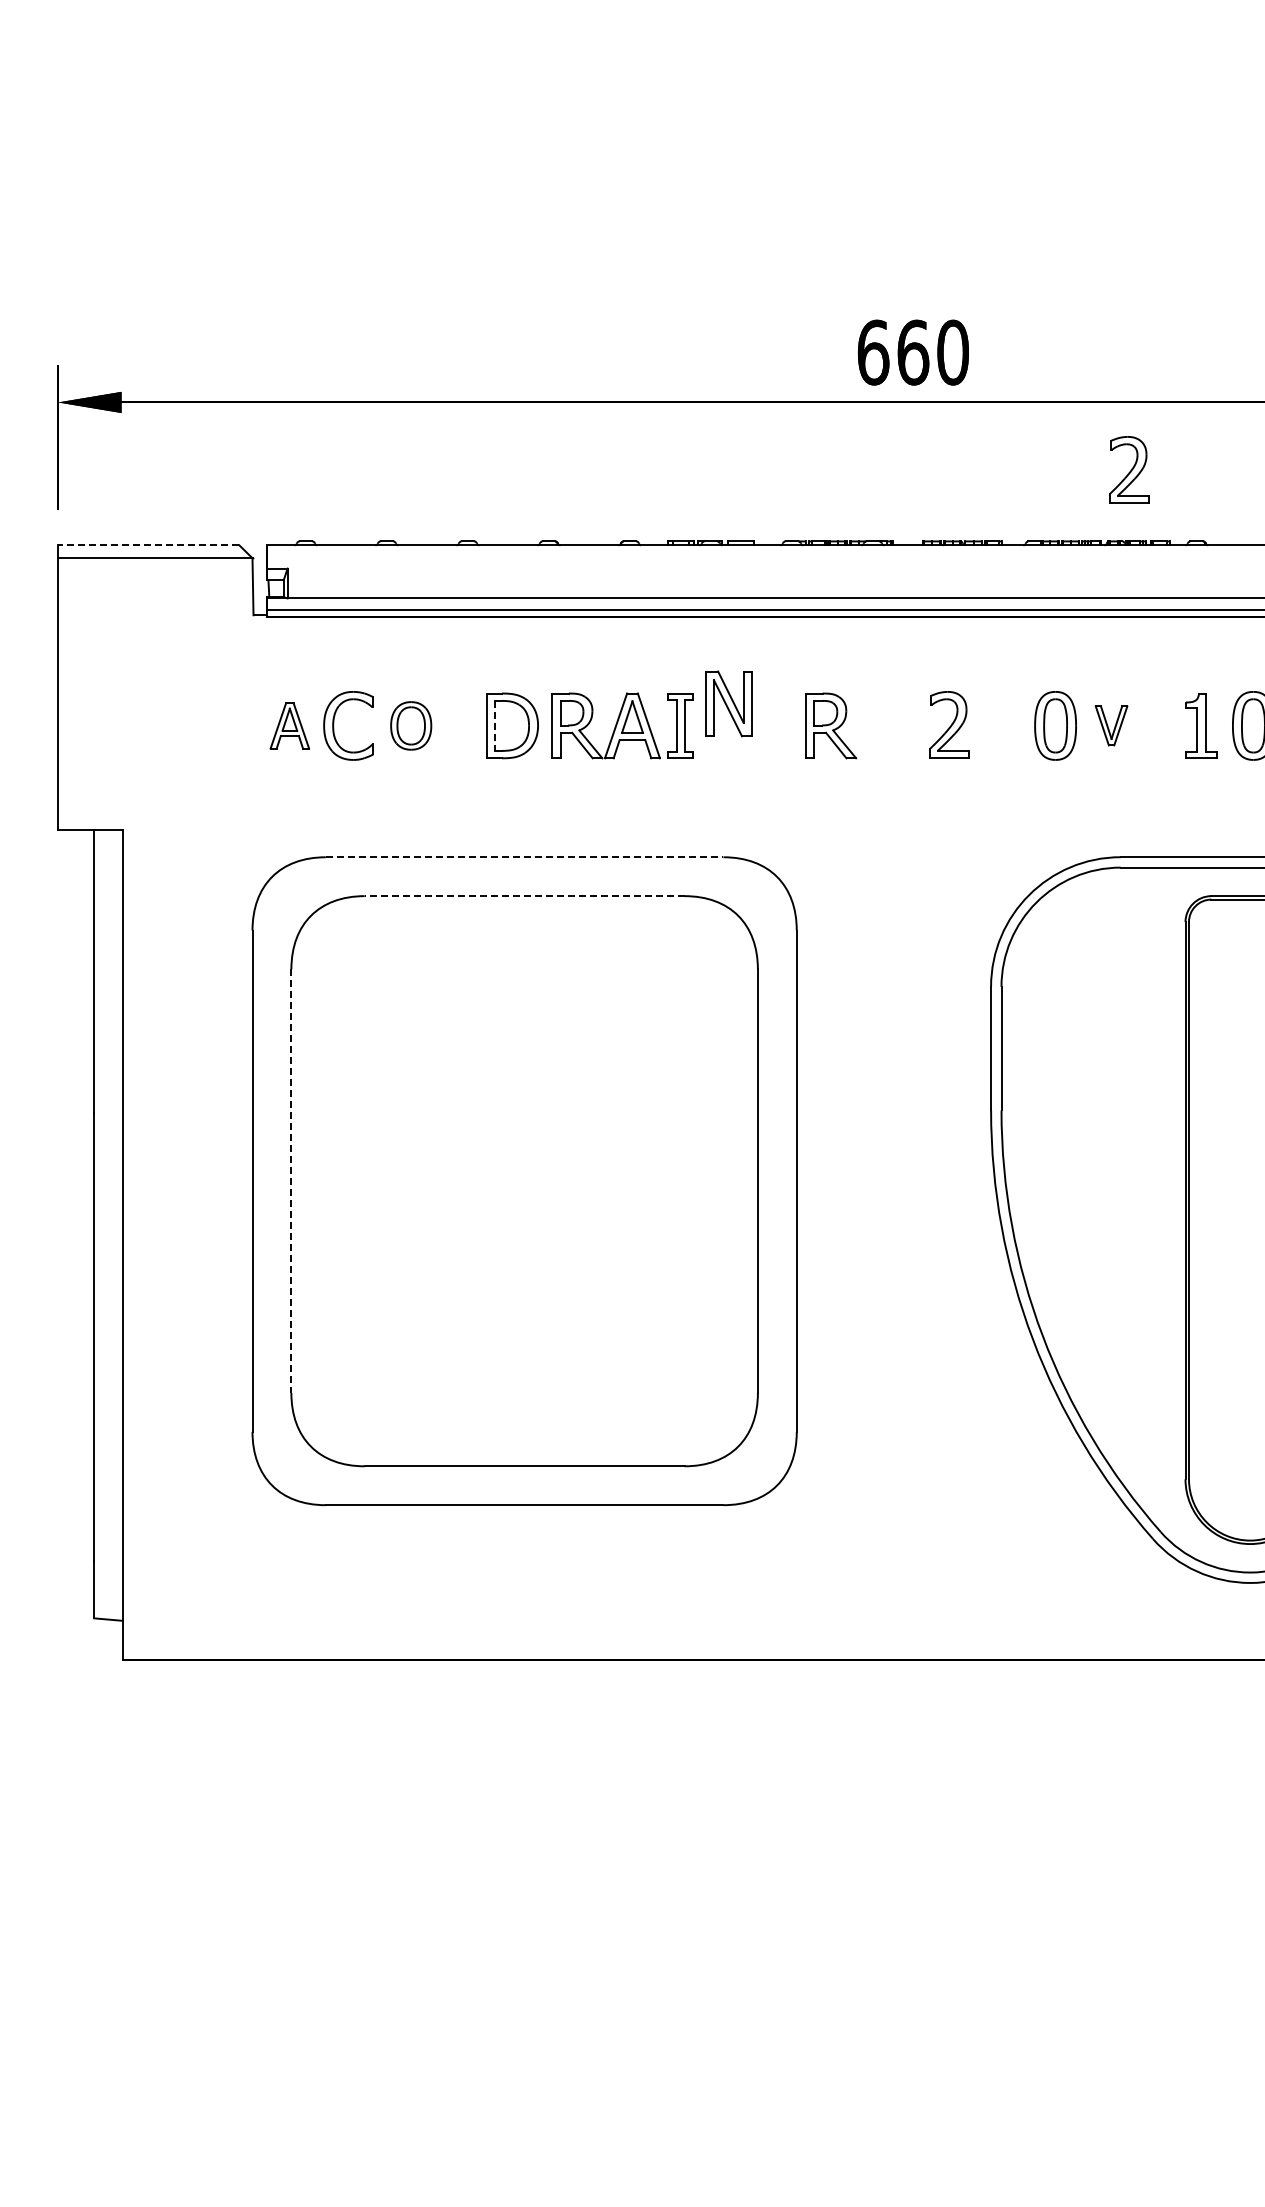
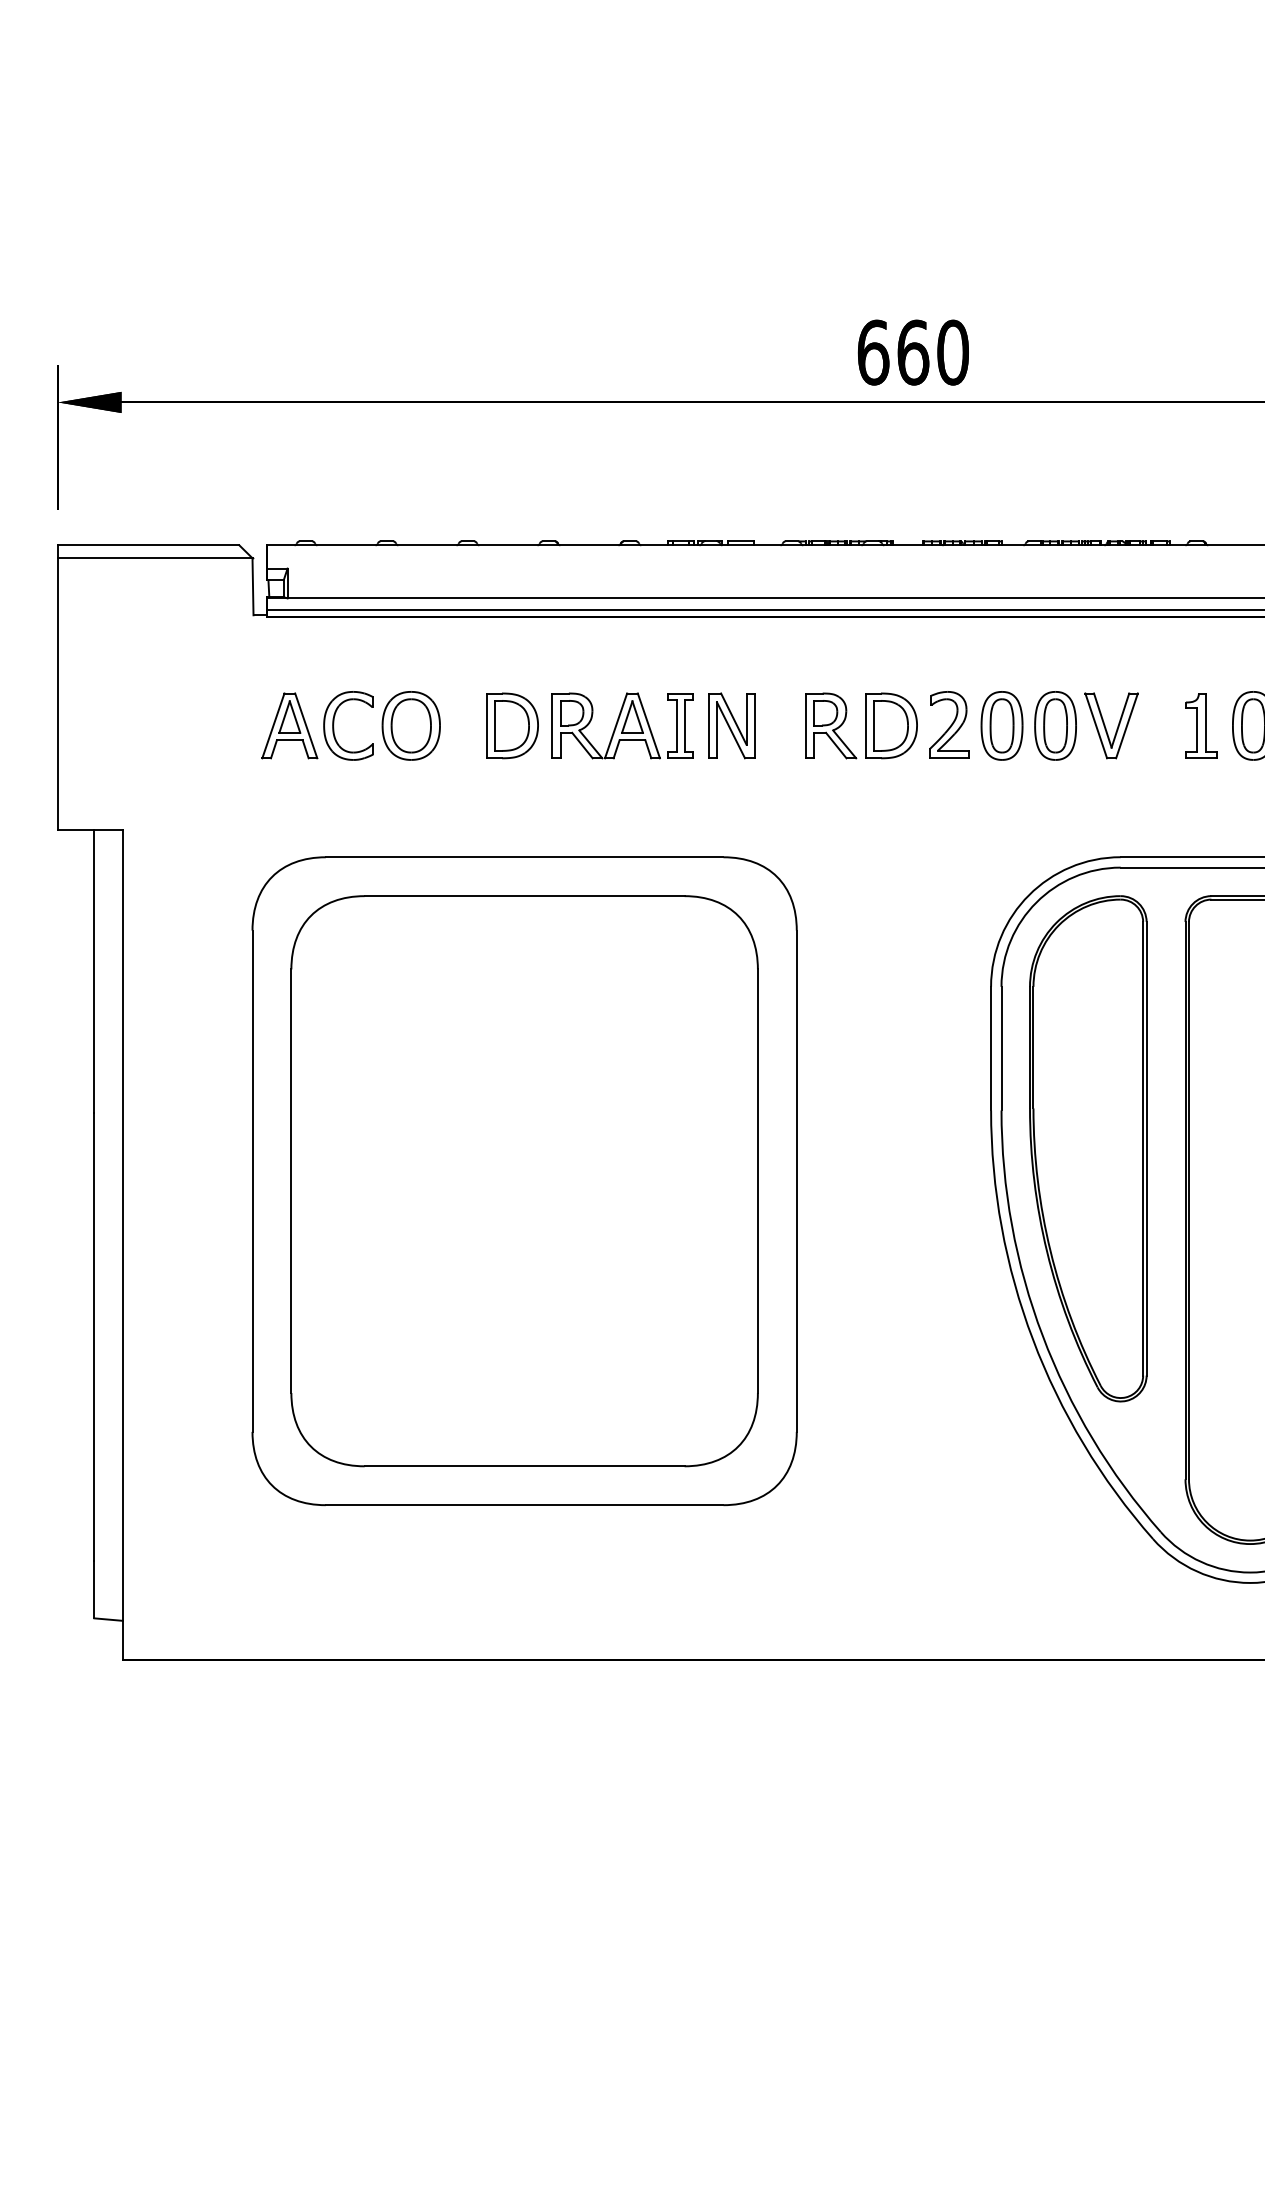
part at (1129, 469): present -> none
line at (148, 545): dashed -> solid
part at (728, 703) position: (728, 703) -> (731, 725)
part at (289, 725) size: 41x48 px -> 58x68 px
part at (411, 725) size: 43x50 px -> 60x70 px
part at (891, 725): none -> present
part at (1001, 725): none -> present
part at (1111, 725) size: 35x42 px -> 55x68 px
line at (495, 726): dashed -> solid
line at (524, 857): dashed -> solid
line at (524, 896): dashed -> solid
part at (1088, 1148): none -> present
line at (291, 1181): dashed -> solid
